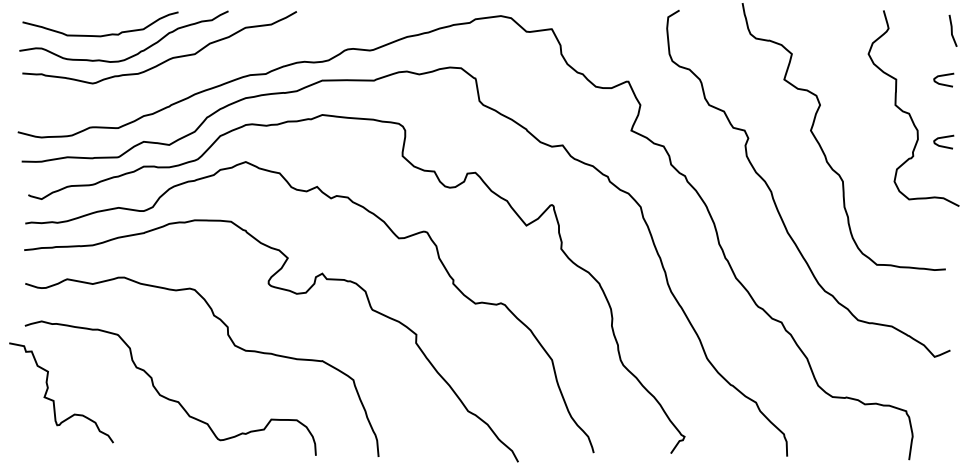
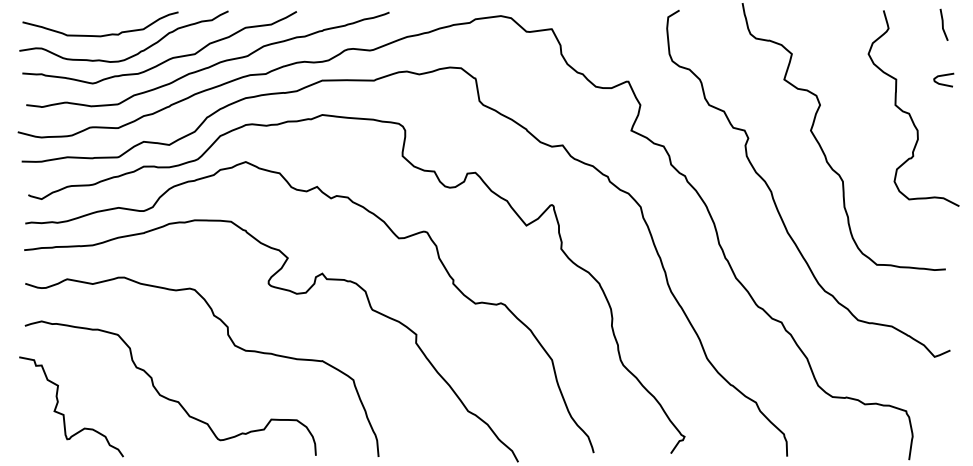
line at (952, 30) position: (952, 30) -> (943, 24)
curve at (210, 65): none -> present
curve at (943, 138): present -> none
curve at (53, 399) position: (53, 399) -> (63, 413)
